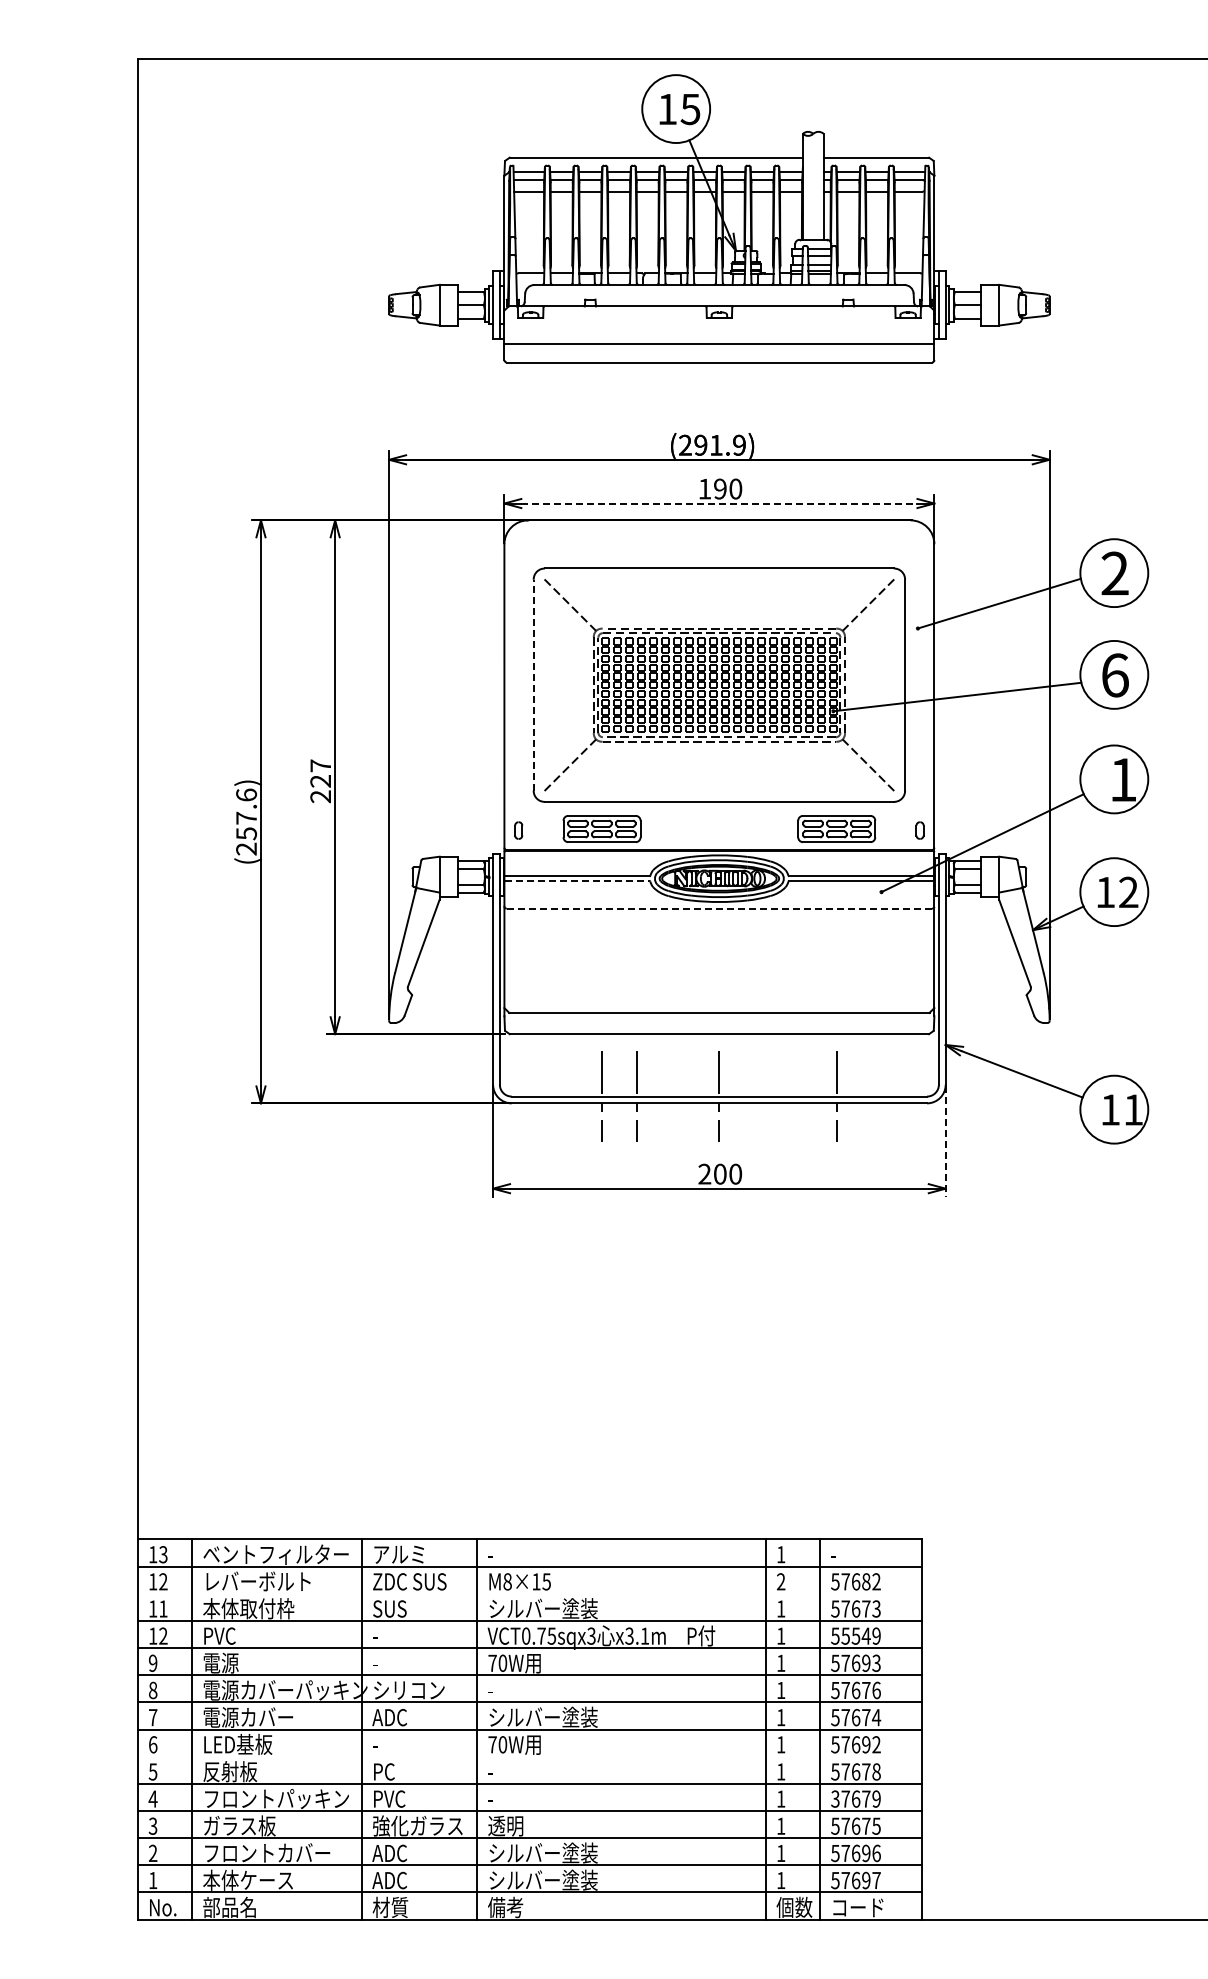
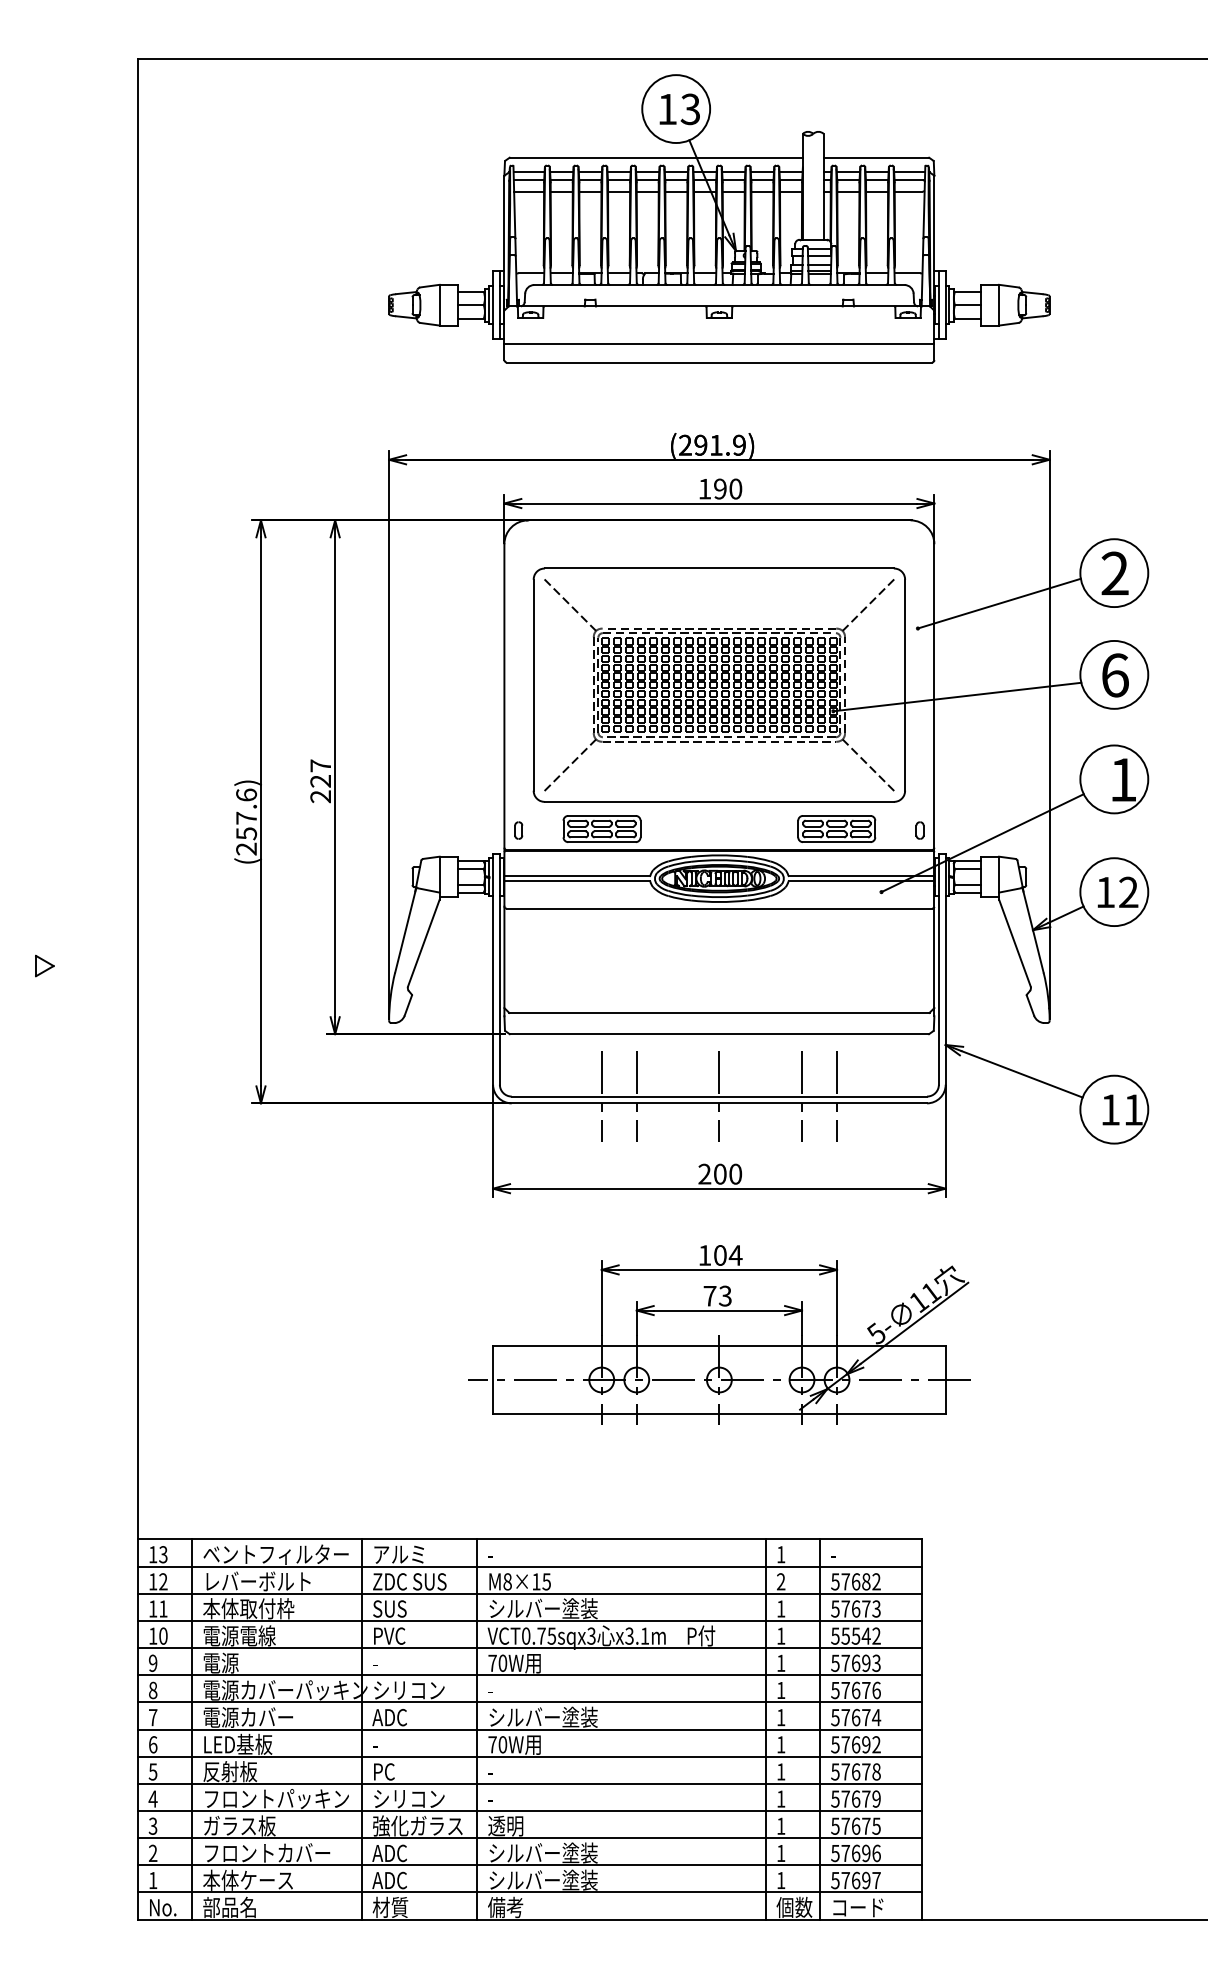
text at (690, 108): 15 -> 13
line at (719, 503): dashed -> solid
line at (533, 684): dashed -> solid
line at (577, 881): dashed -> solid
line at (719, 908): dashed -> solid
part at (44, 965): none -> present
line at (802, 1096): none -> present
line at (945, 1142): dashed -> solid
part at (719, 1334): none -> present
line at (529, 1593): none -> present
text at (163, 1635): 12 -> 10
text at (239, 1635): PVC -> 電源電線
text at (389, 1635): - -> PVC
text at (876, 1636): 55549 -> 55542
line at (529, 1756): none -> present
text at (835, 1798): 37679 -> 57679
text at (409, 1799): PVC -> シリコン
